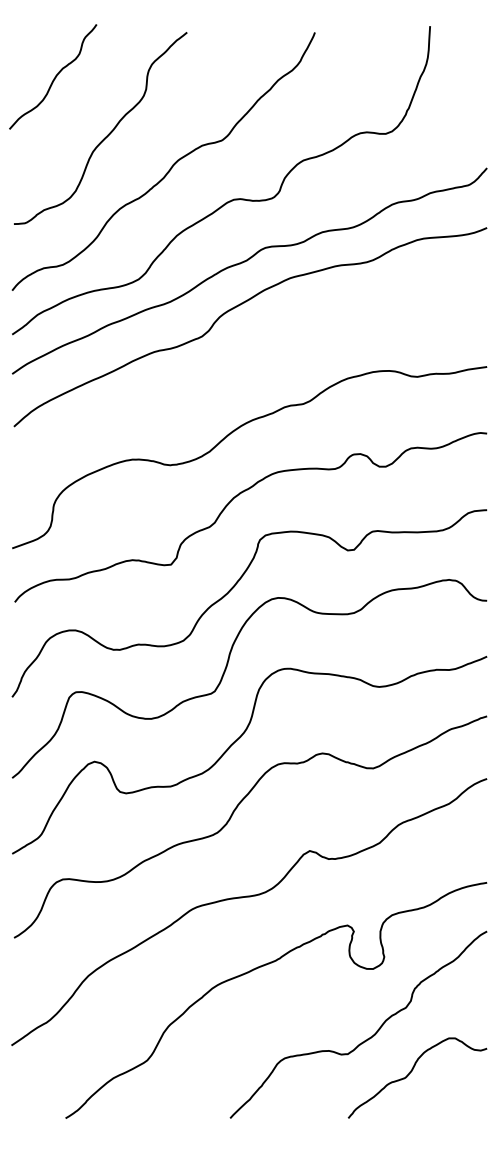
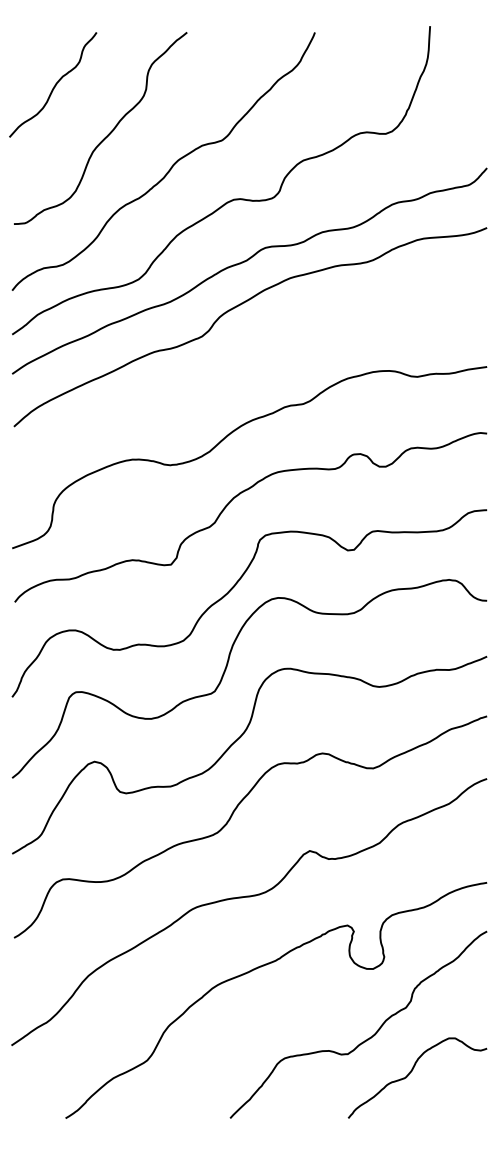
curve at (54, 77) position: (54, 77) -> (54, 85)
